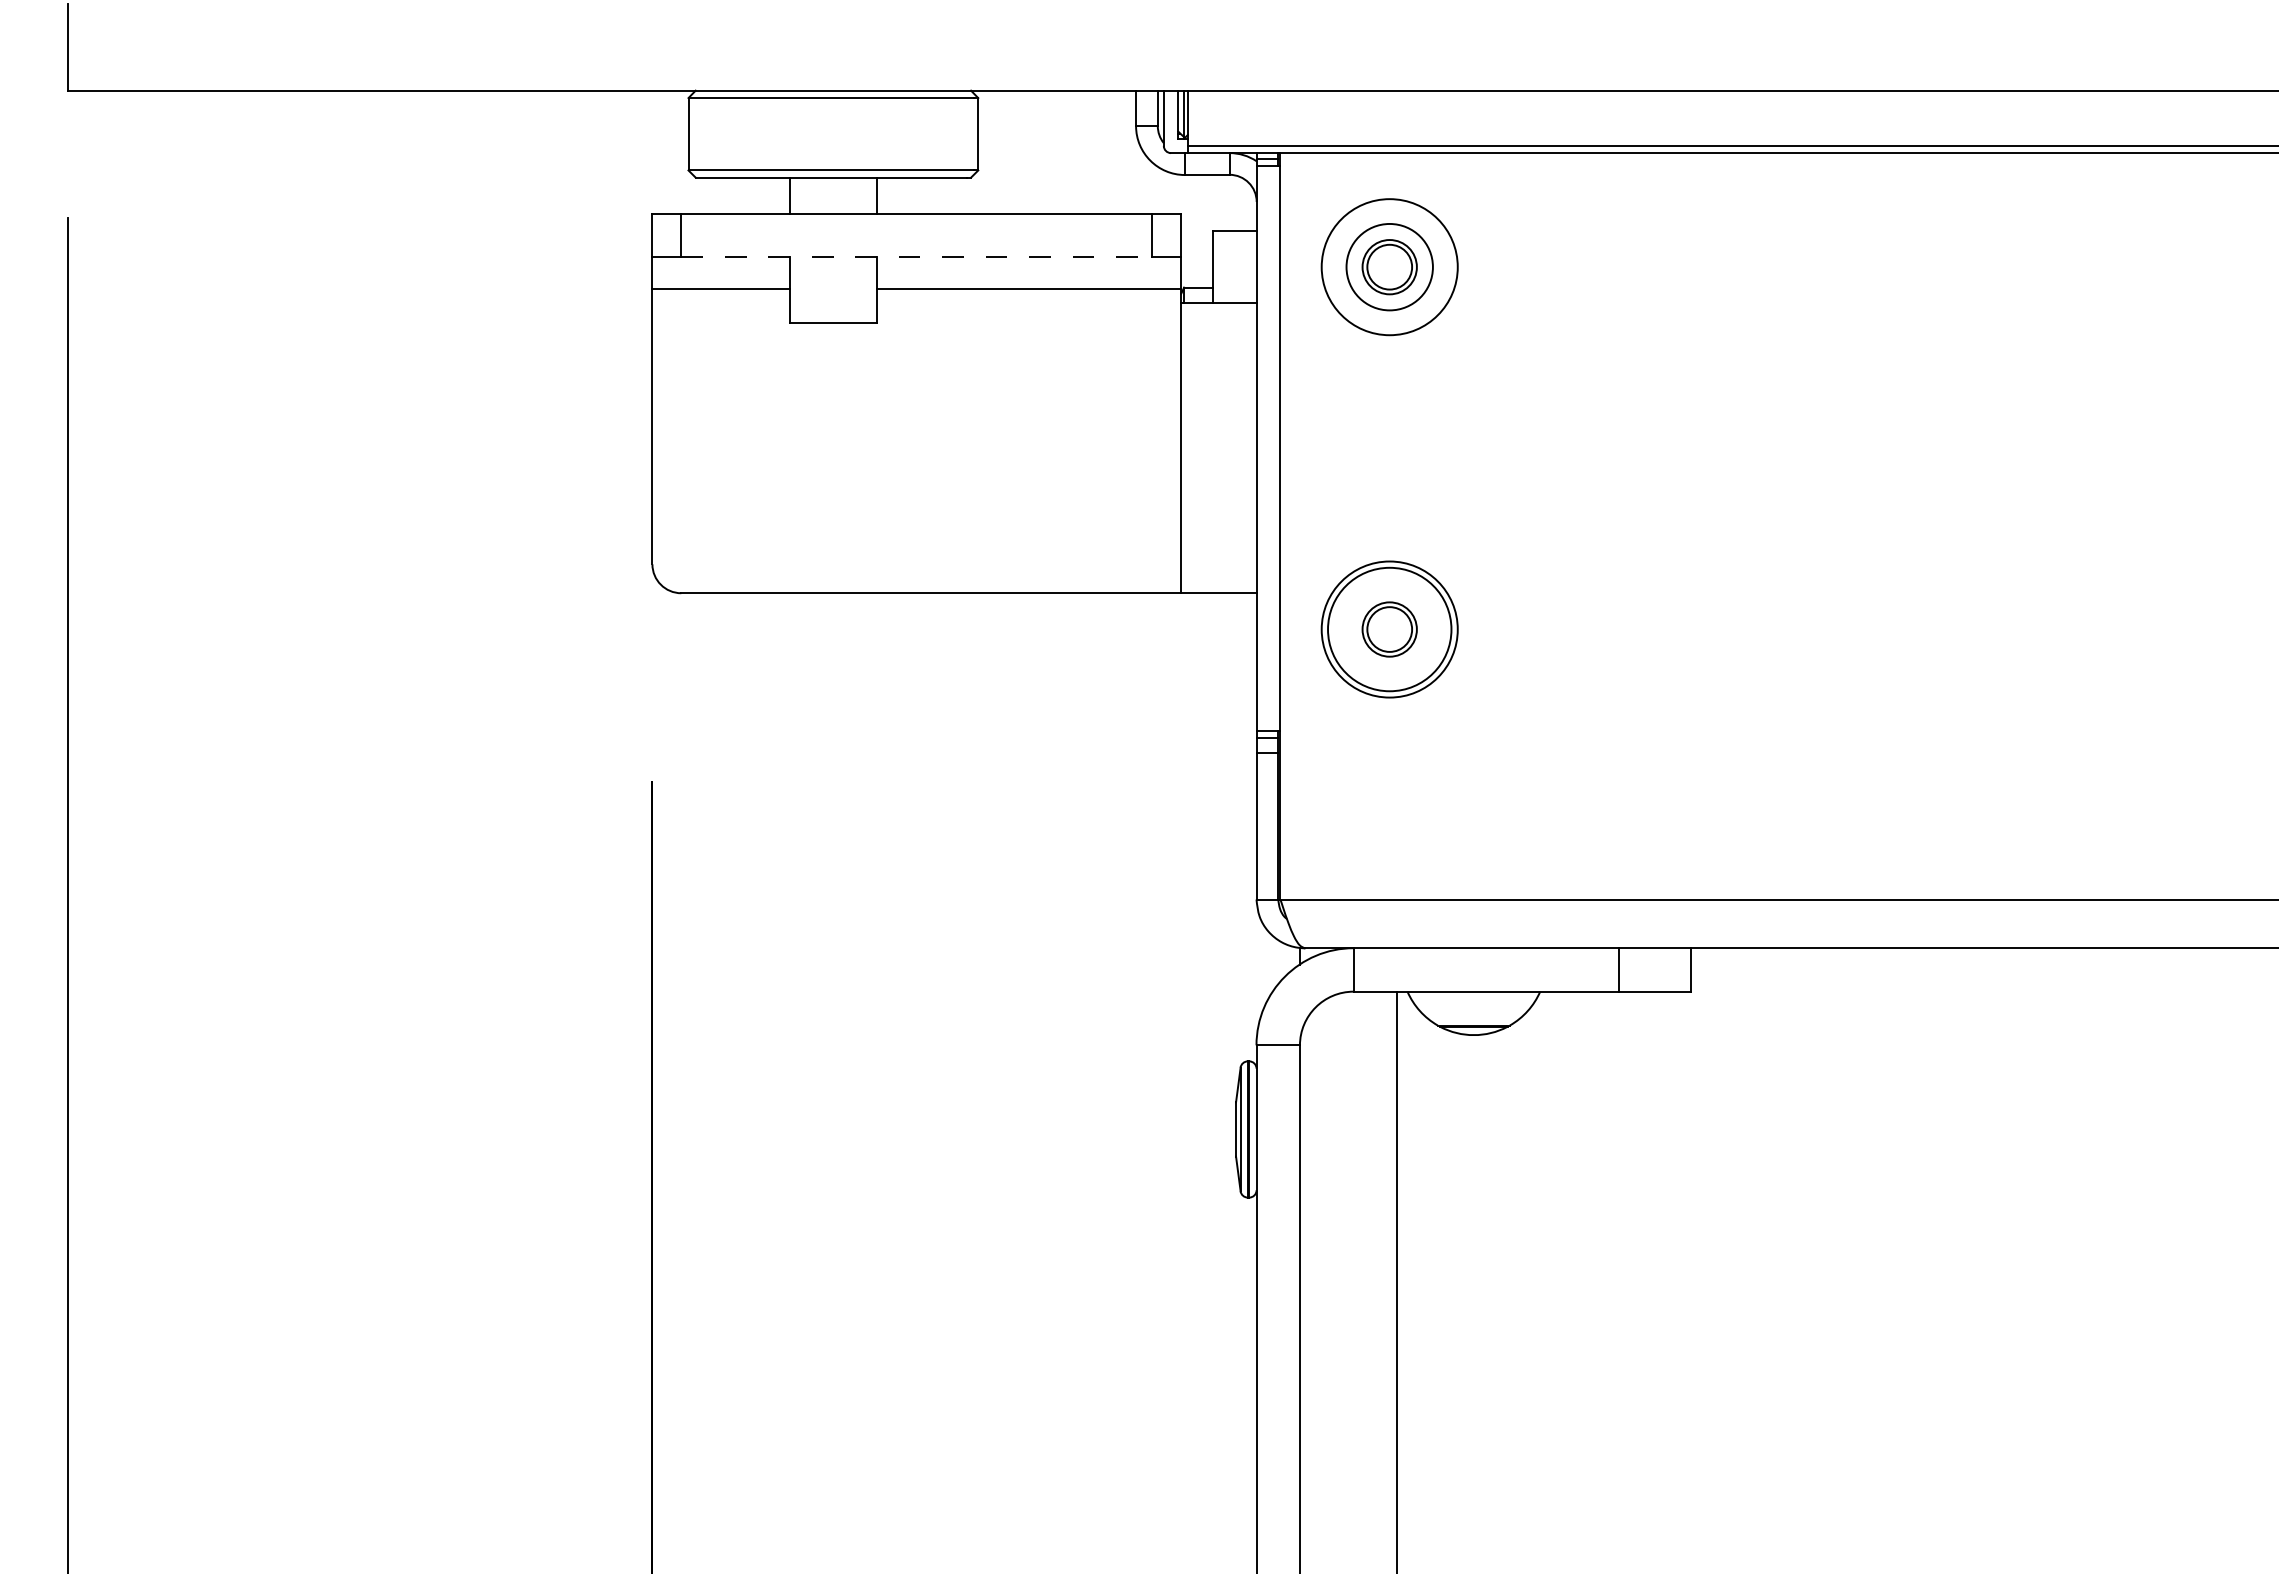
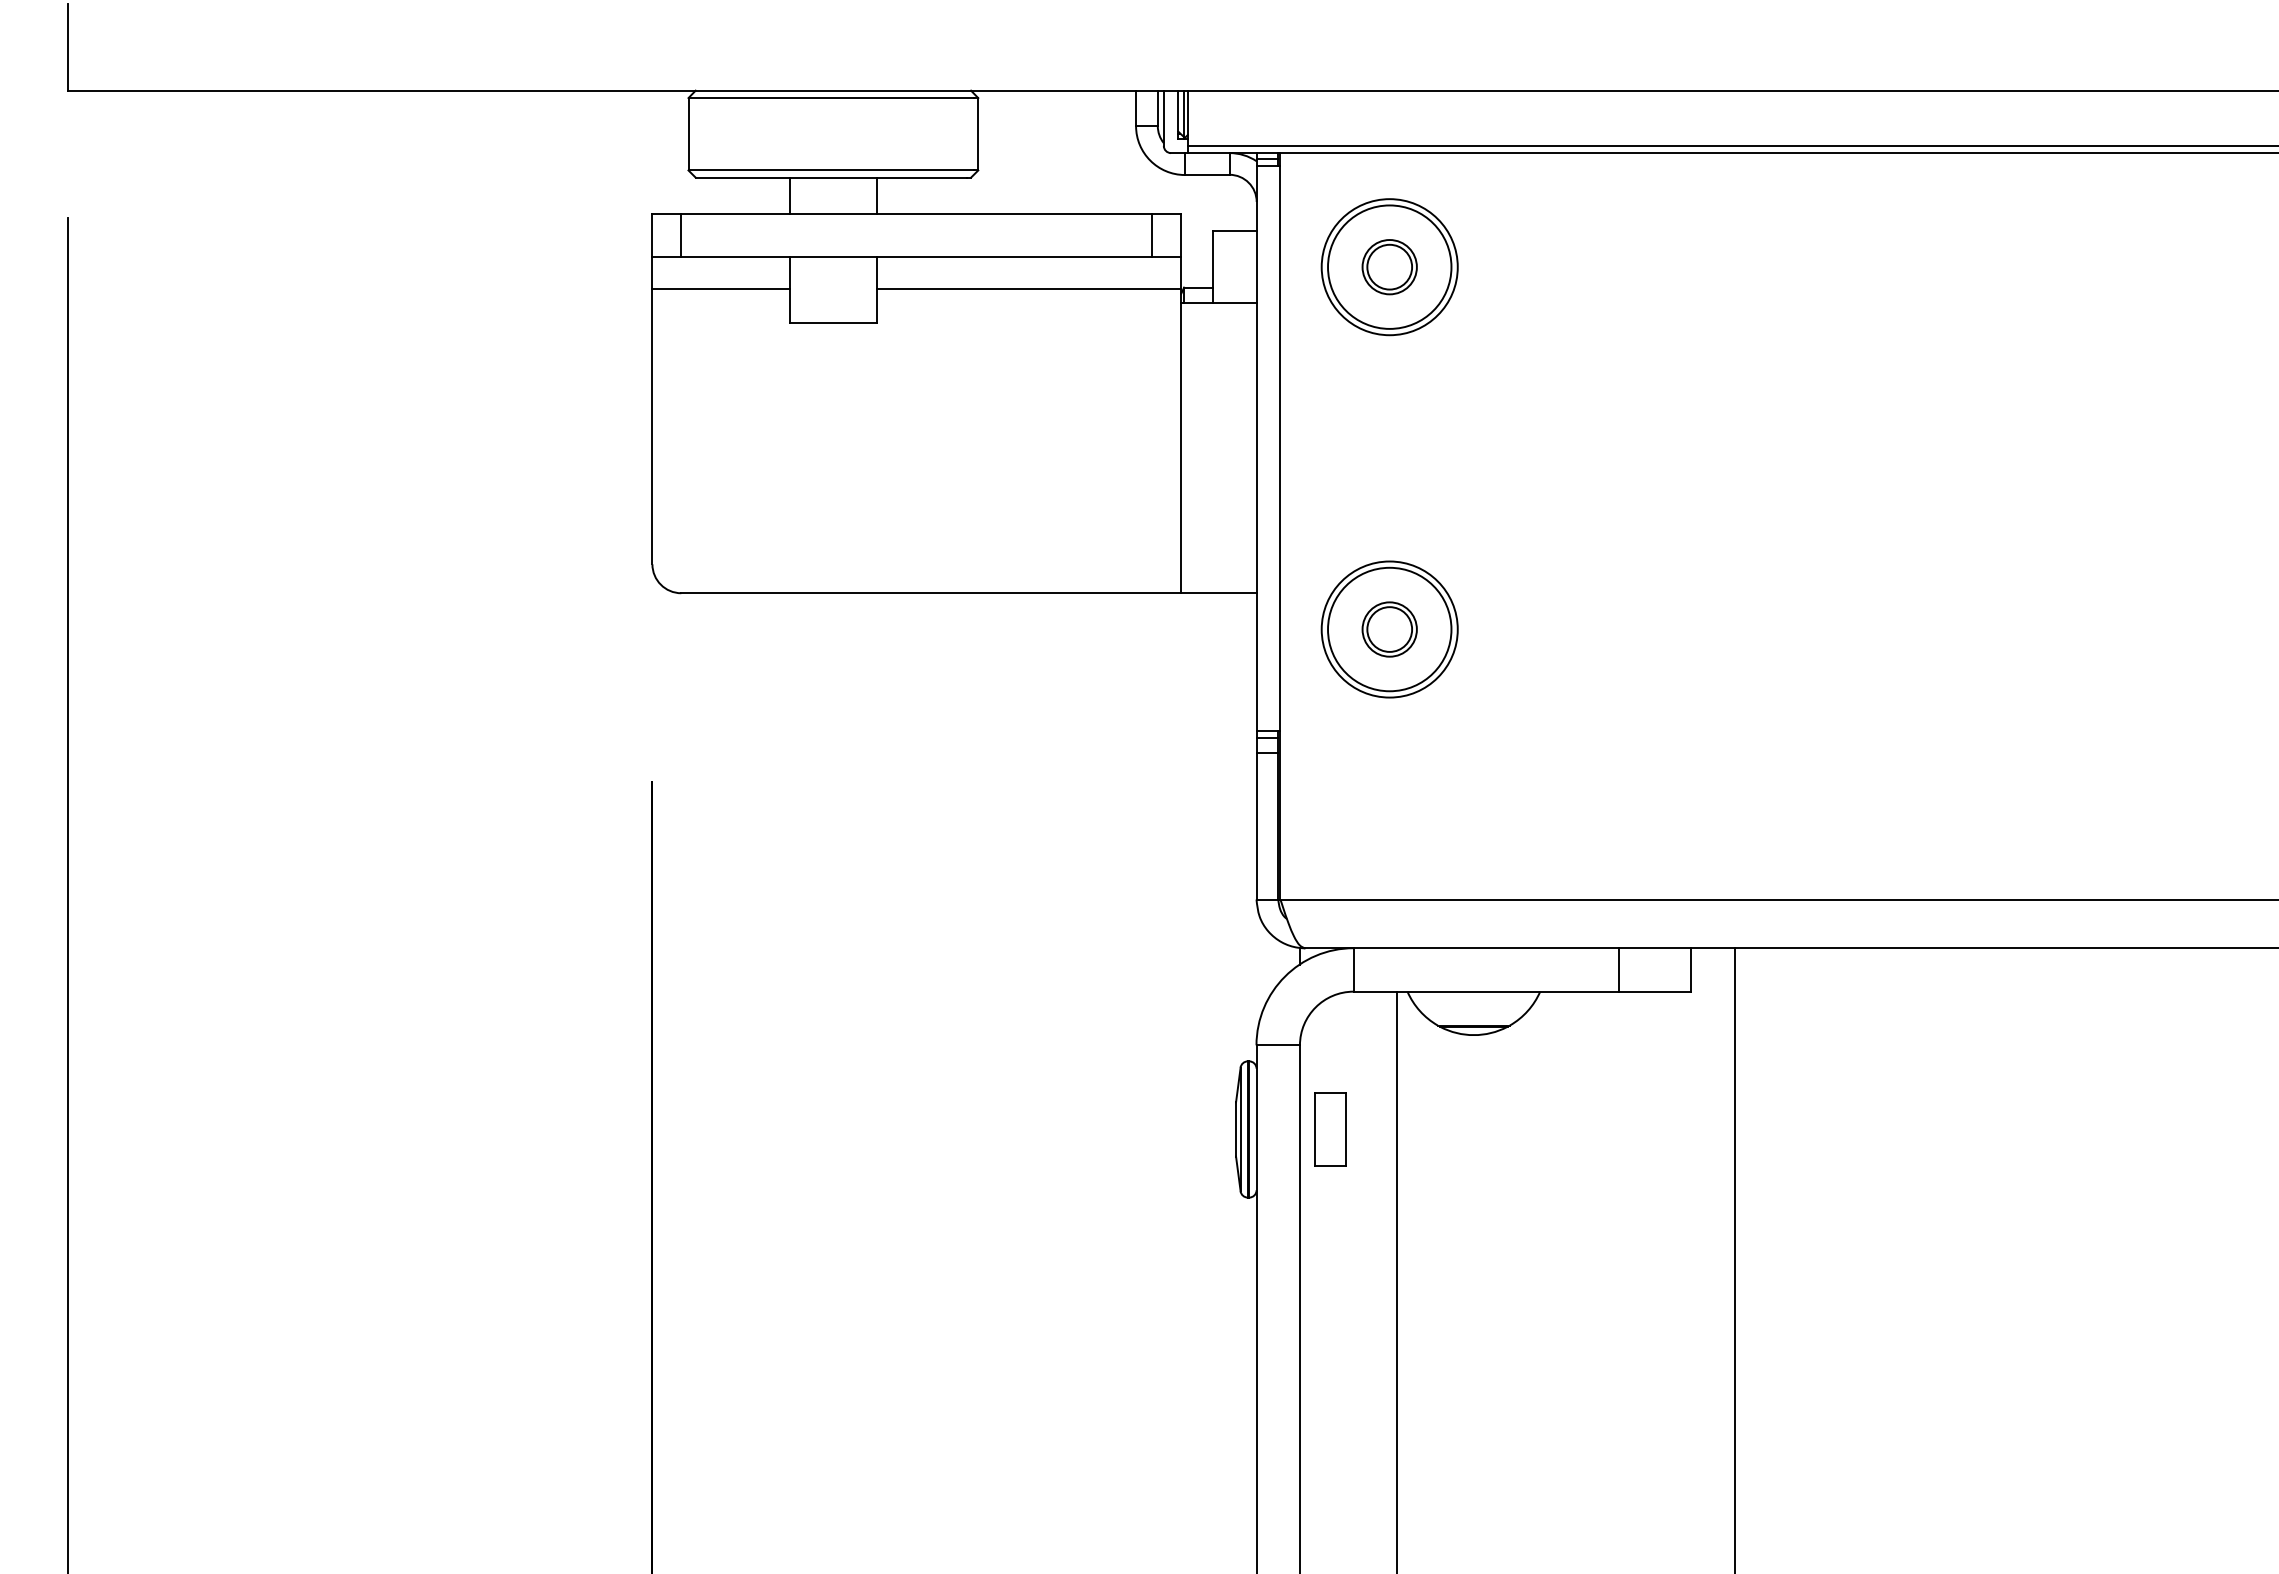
line at (917, 257): dashed -> solid
circle at (1389, 266) diameter: 86 px -> 123 px
part at (1330, 1129): none -> present
line at (1734, 1259): none -> present
